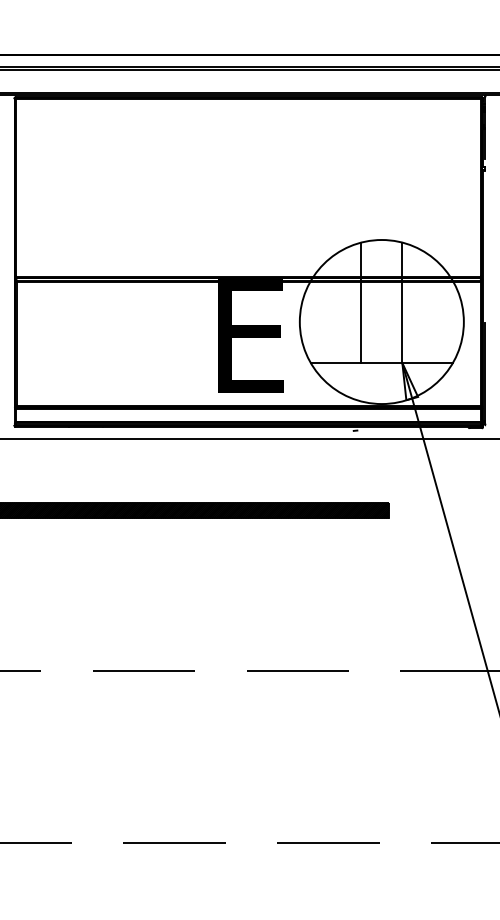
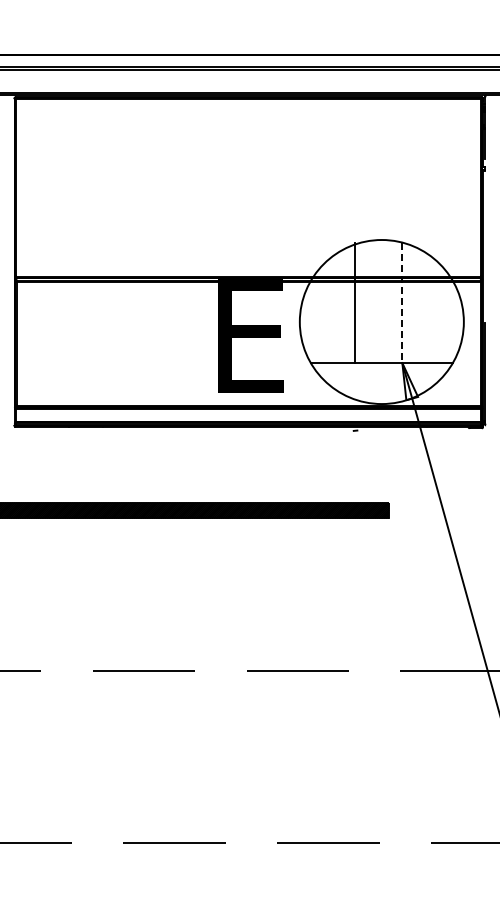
line at (361, 302) position: (361, 302) -> (355, 302)
line at (402, 303): solid -> dashed
line at (249, 438): present -> none
